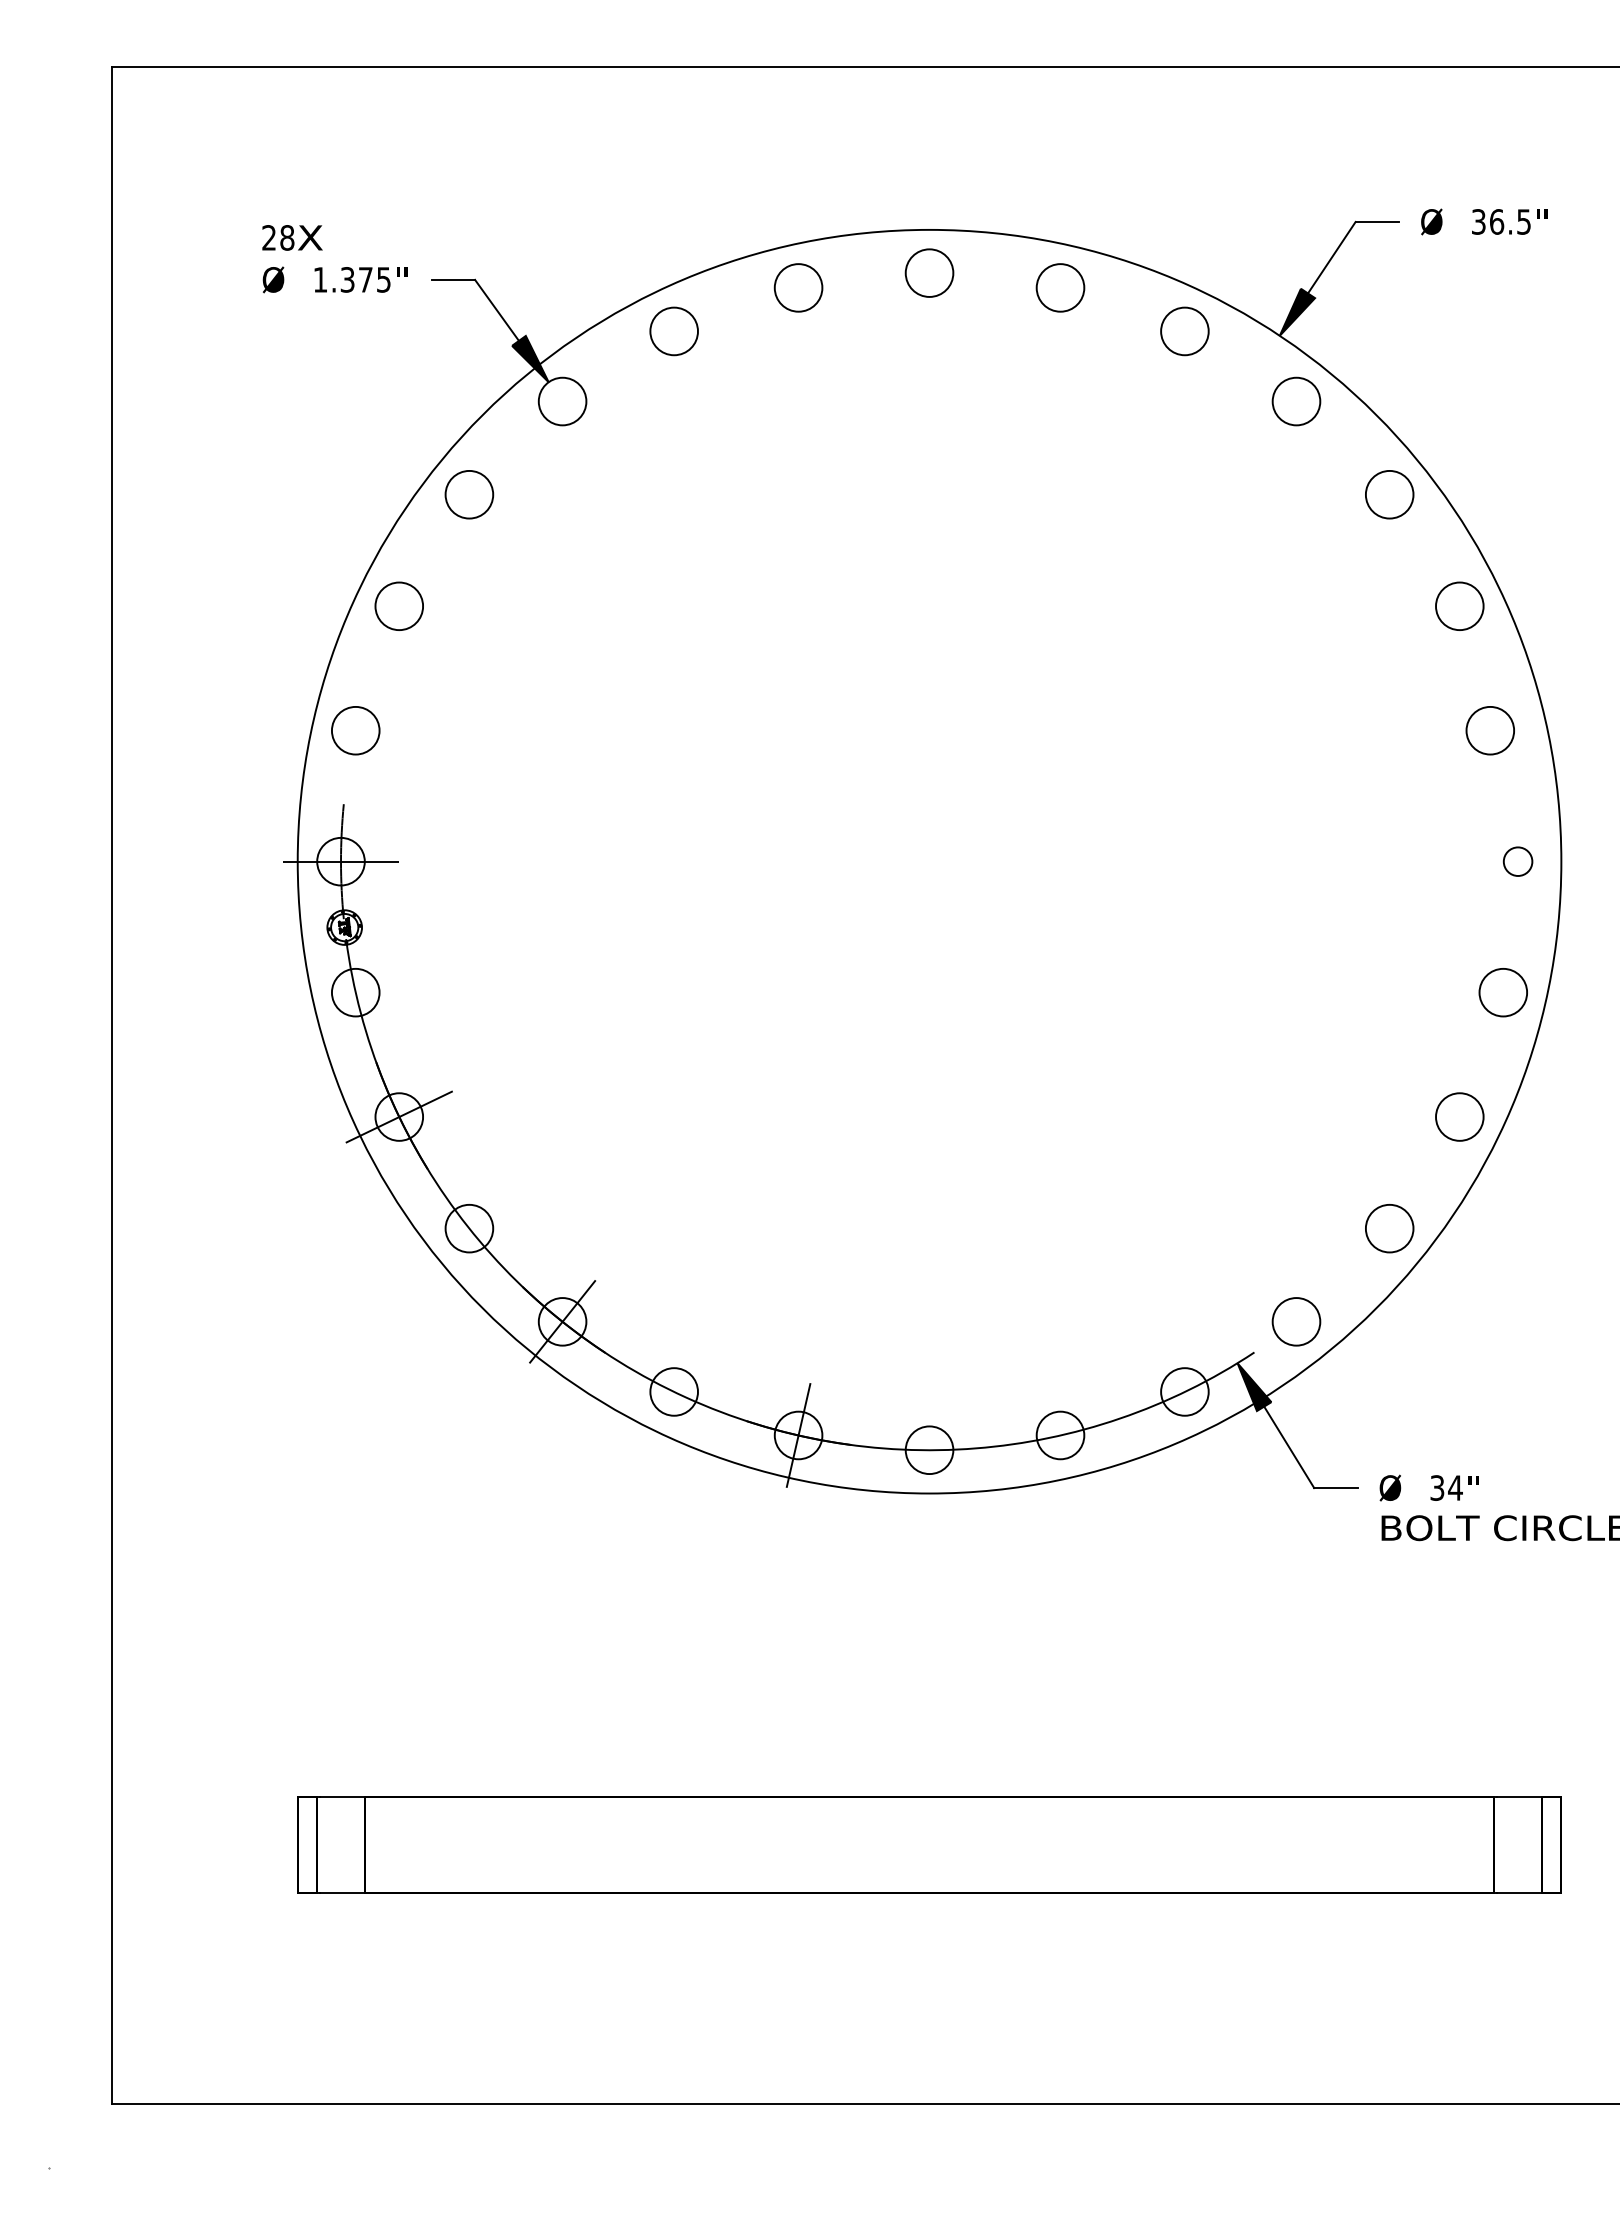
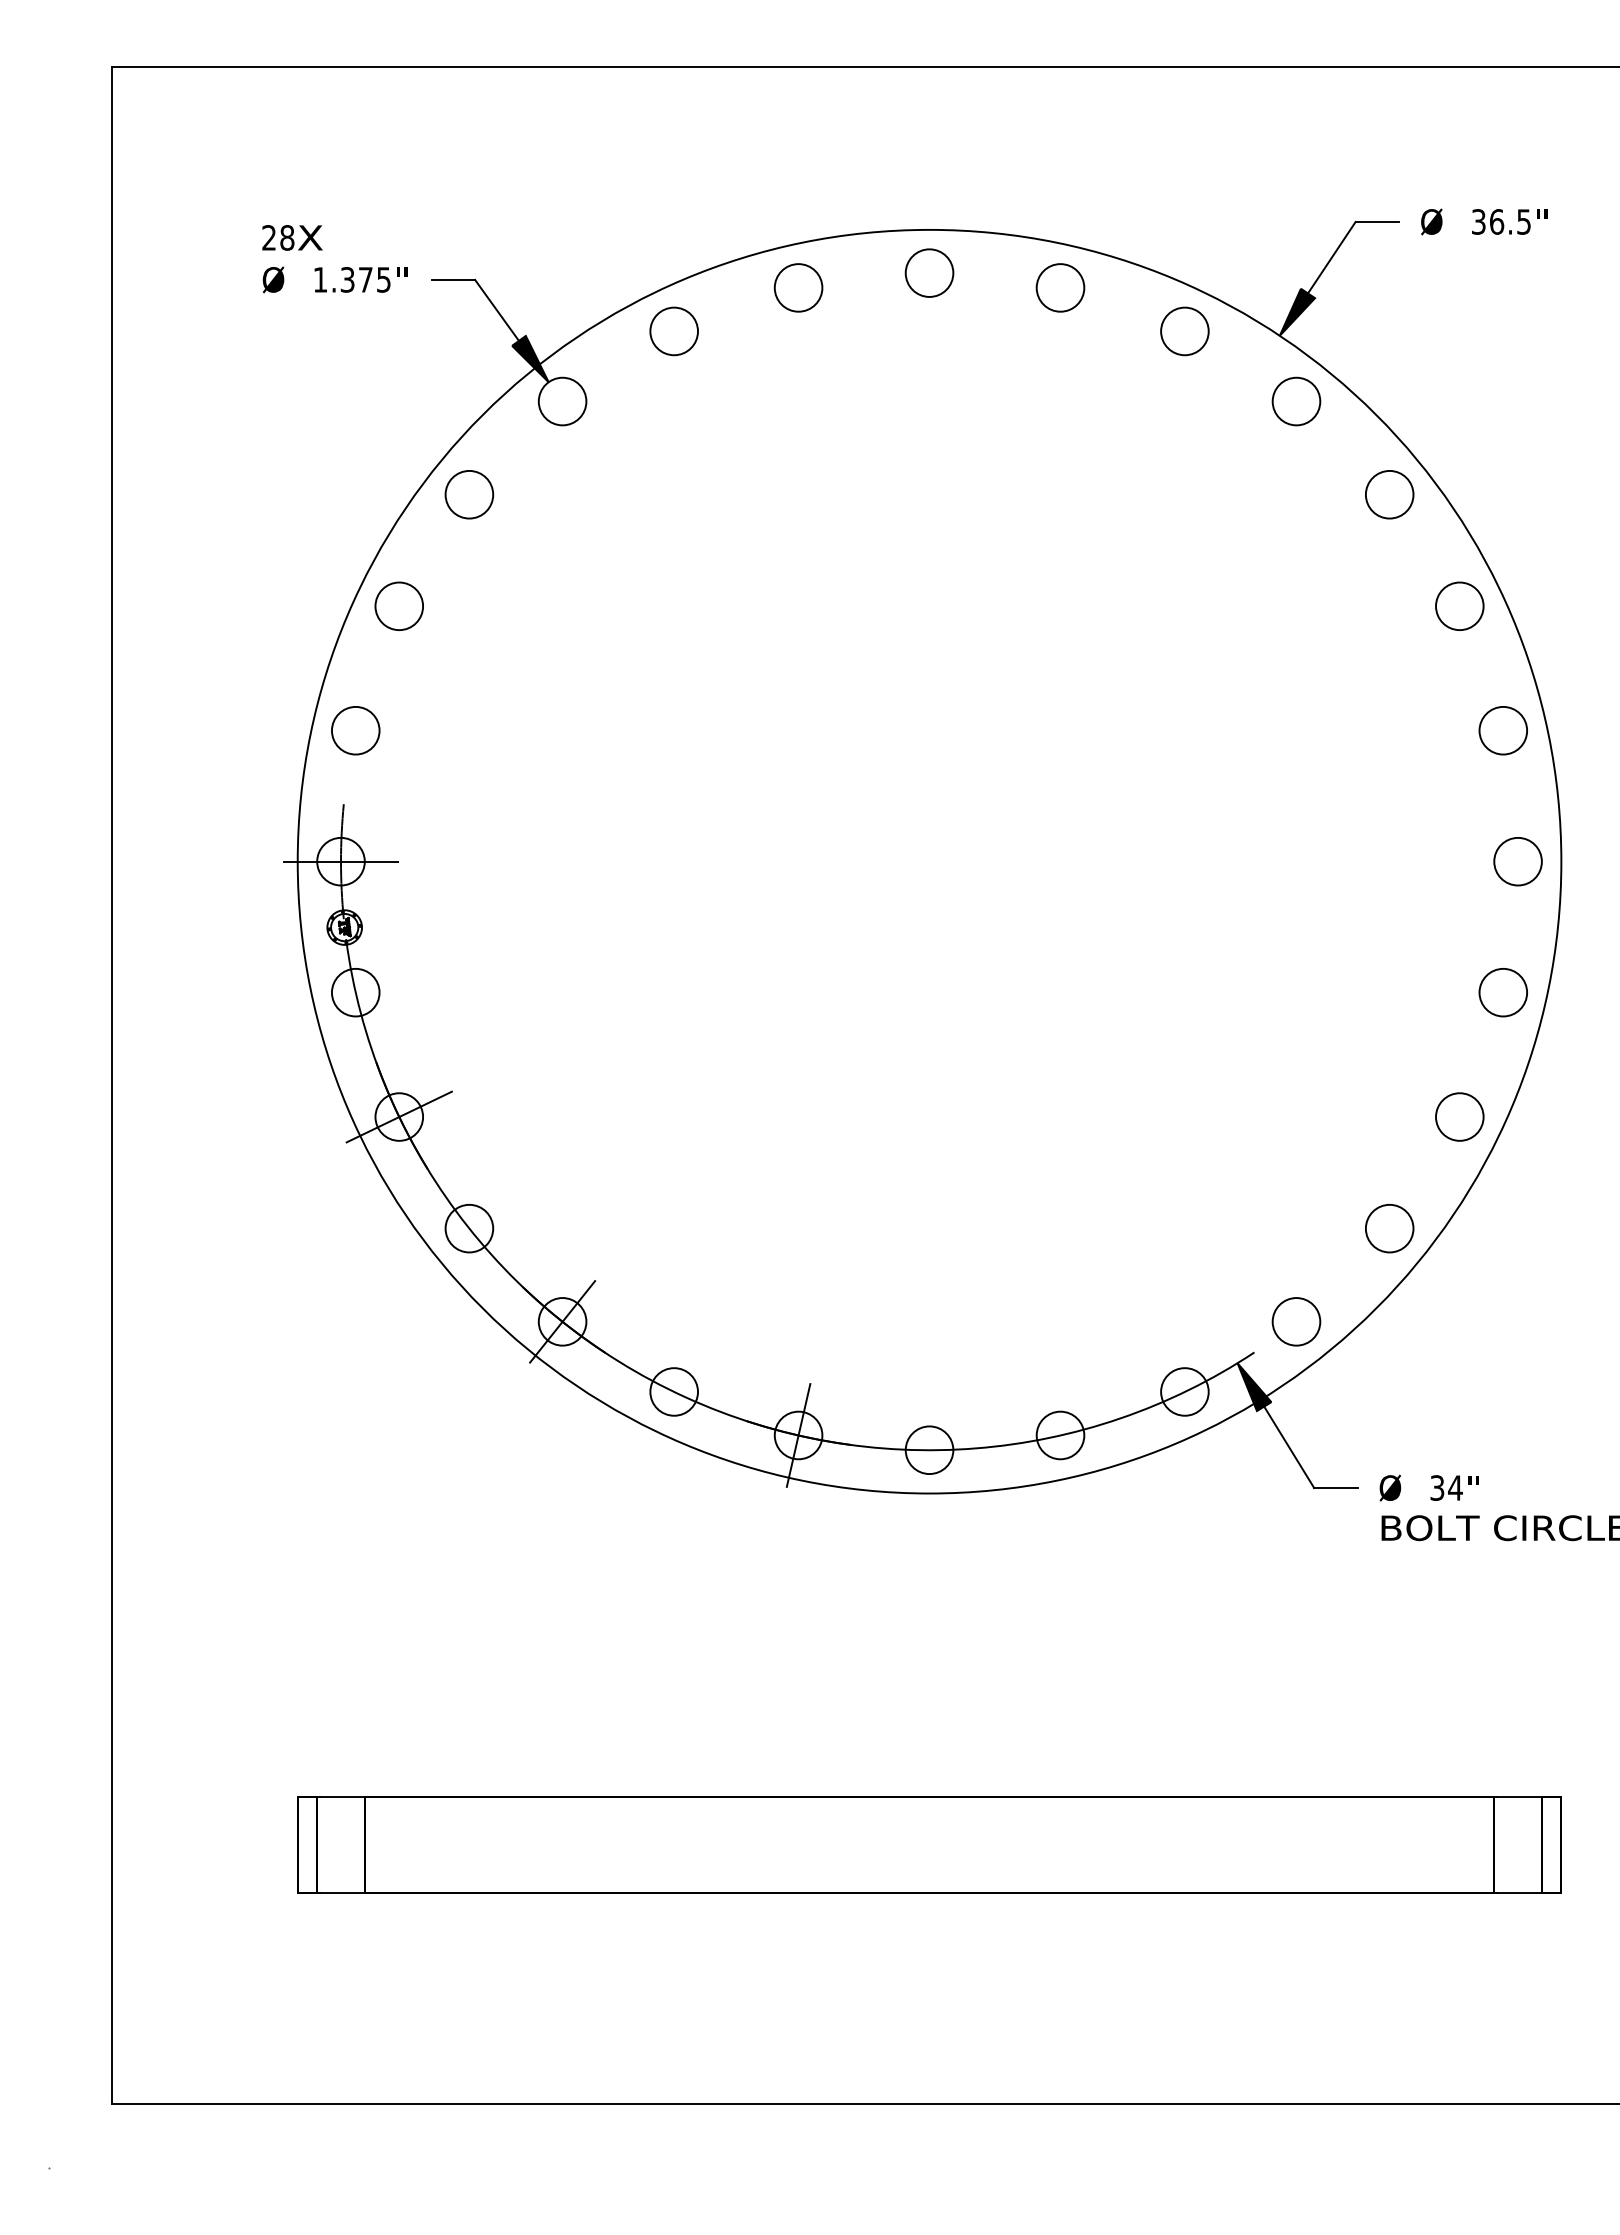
circle at (1489, 730) position: (1489, 730) -> (1502, 730)
circle at (1517, 861) diameter: 29 px -> 48 px
